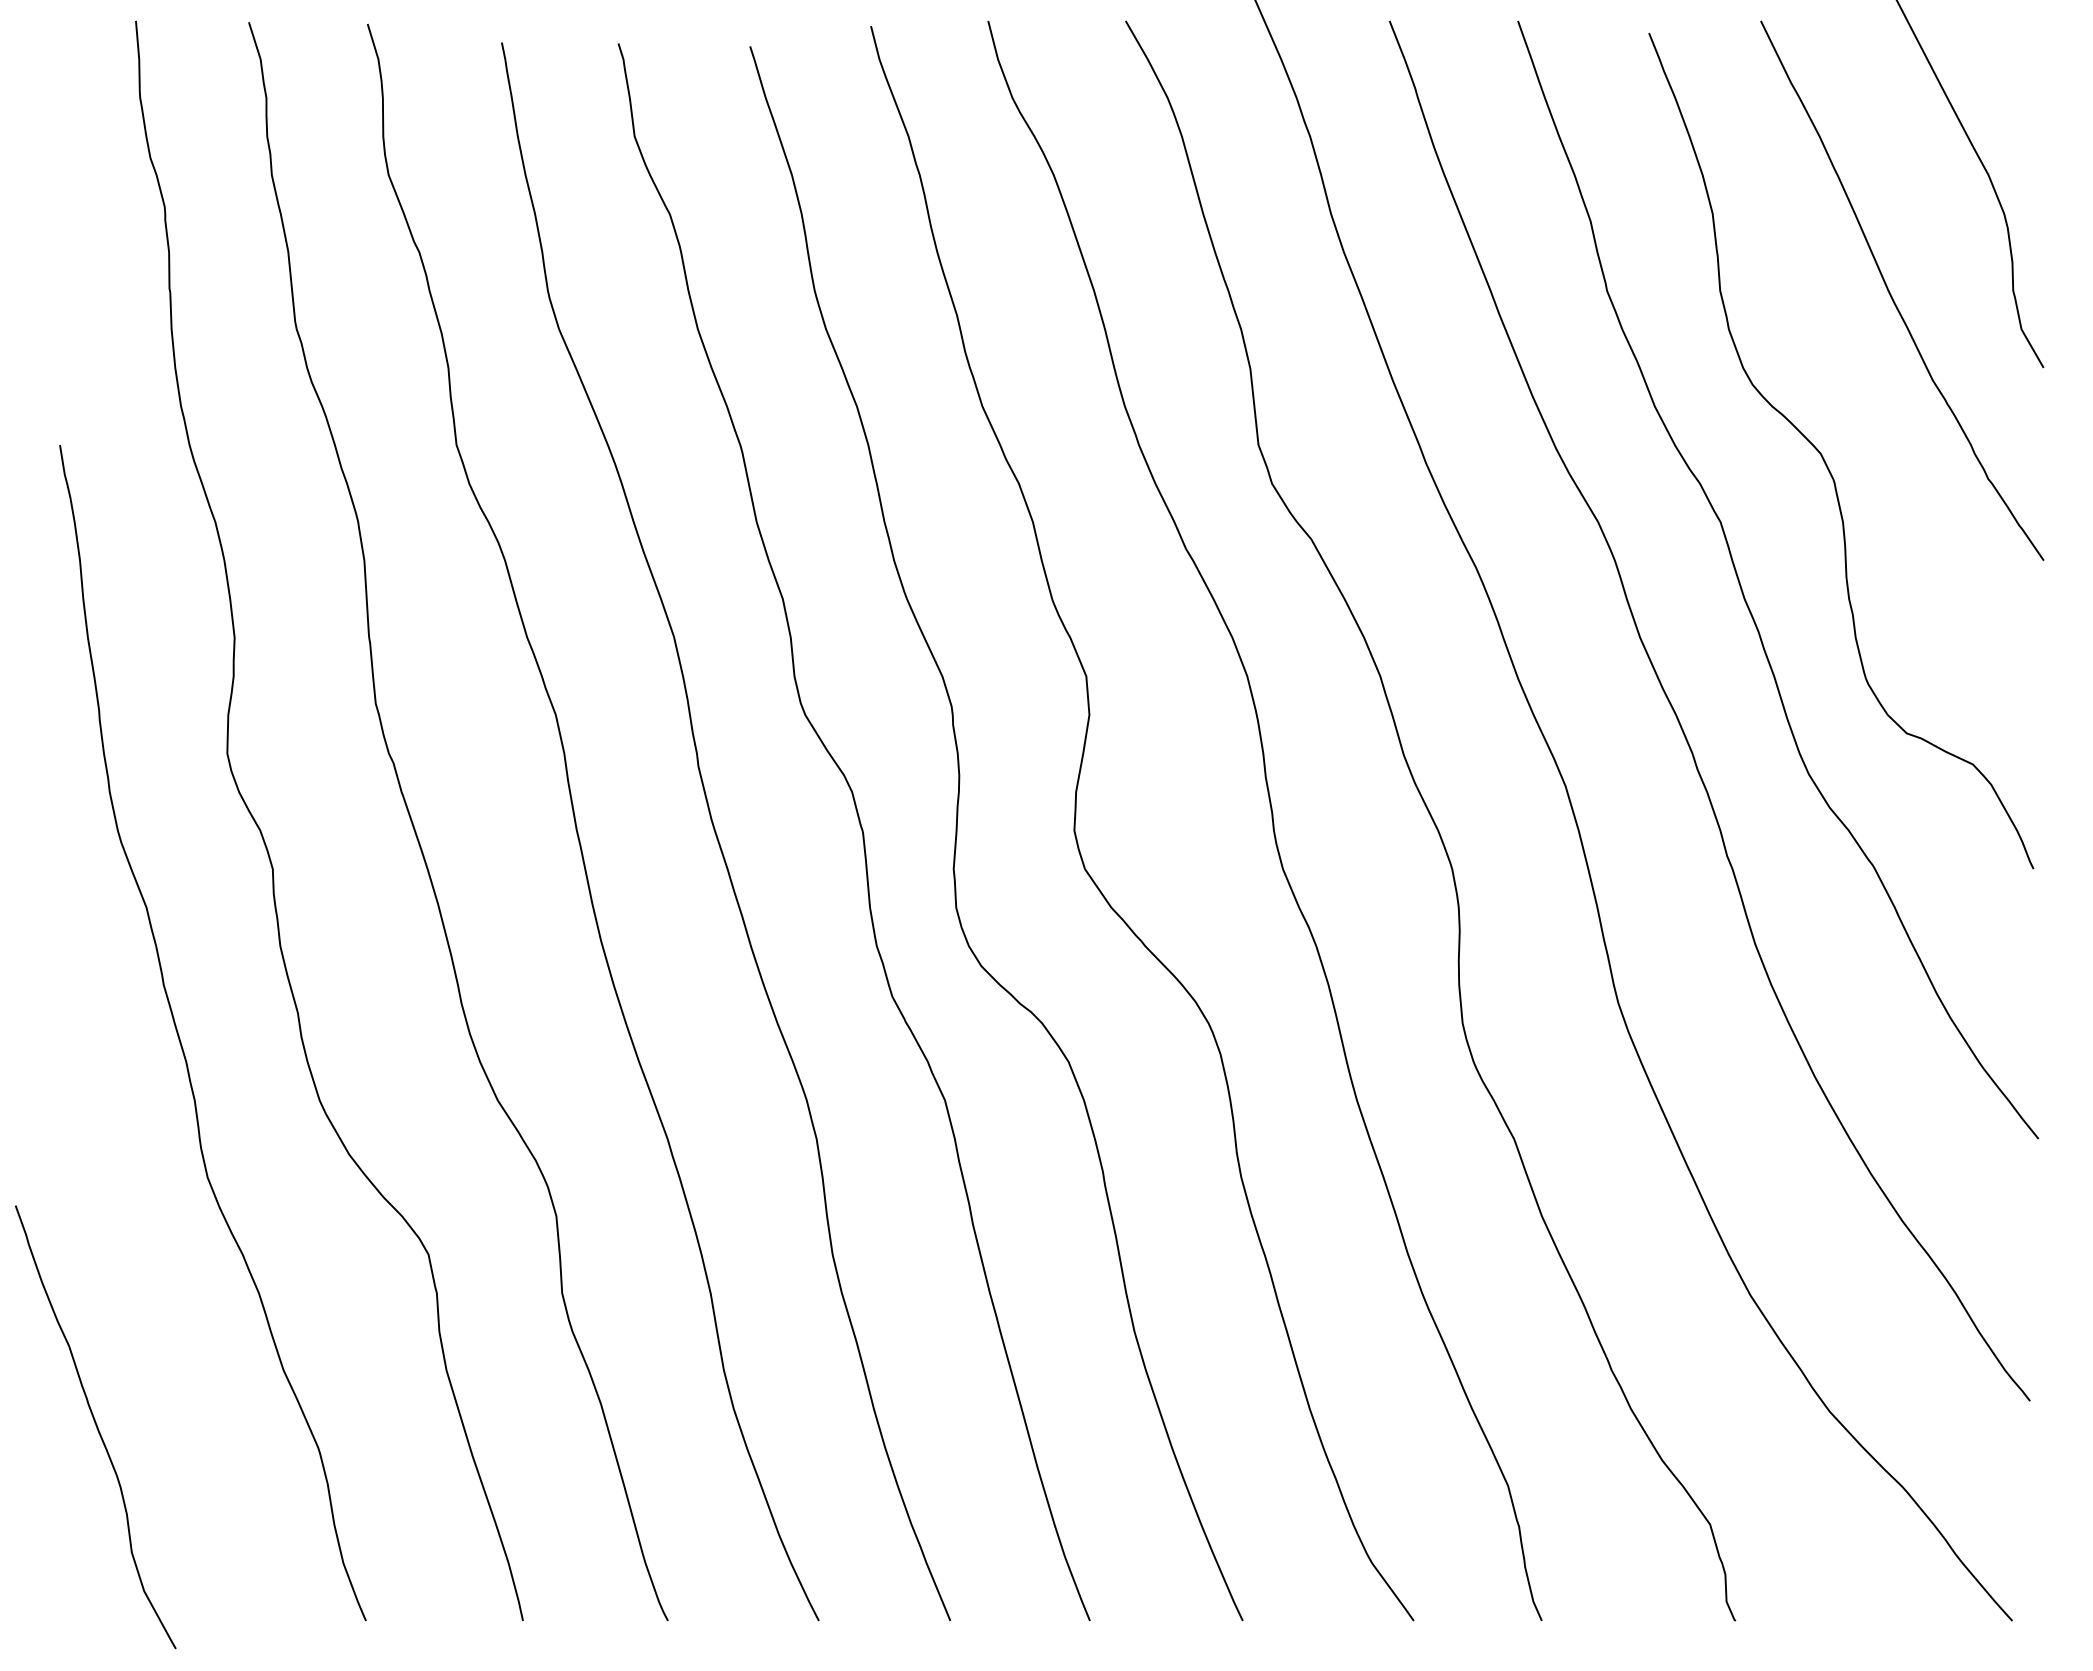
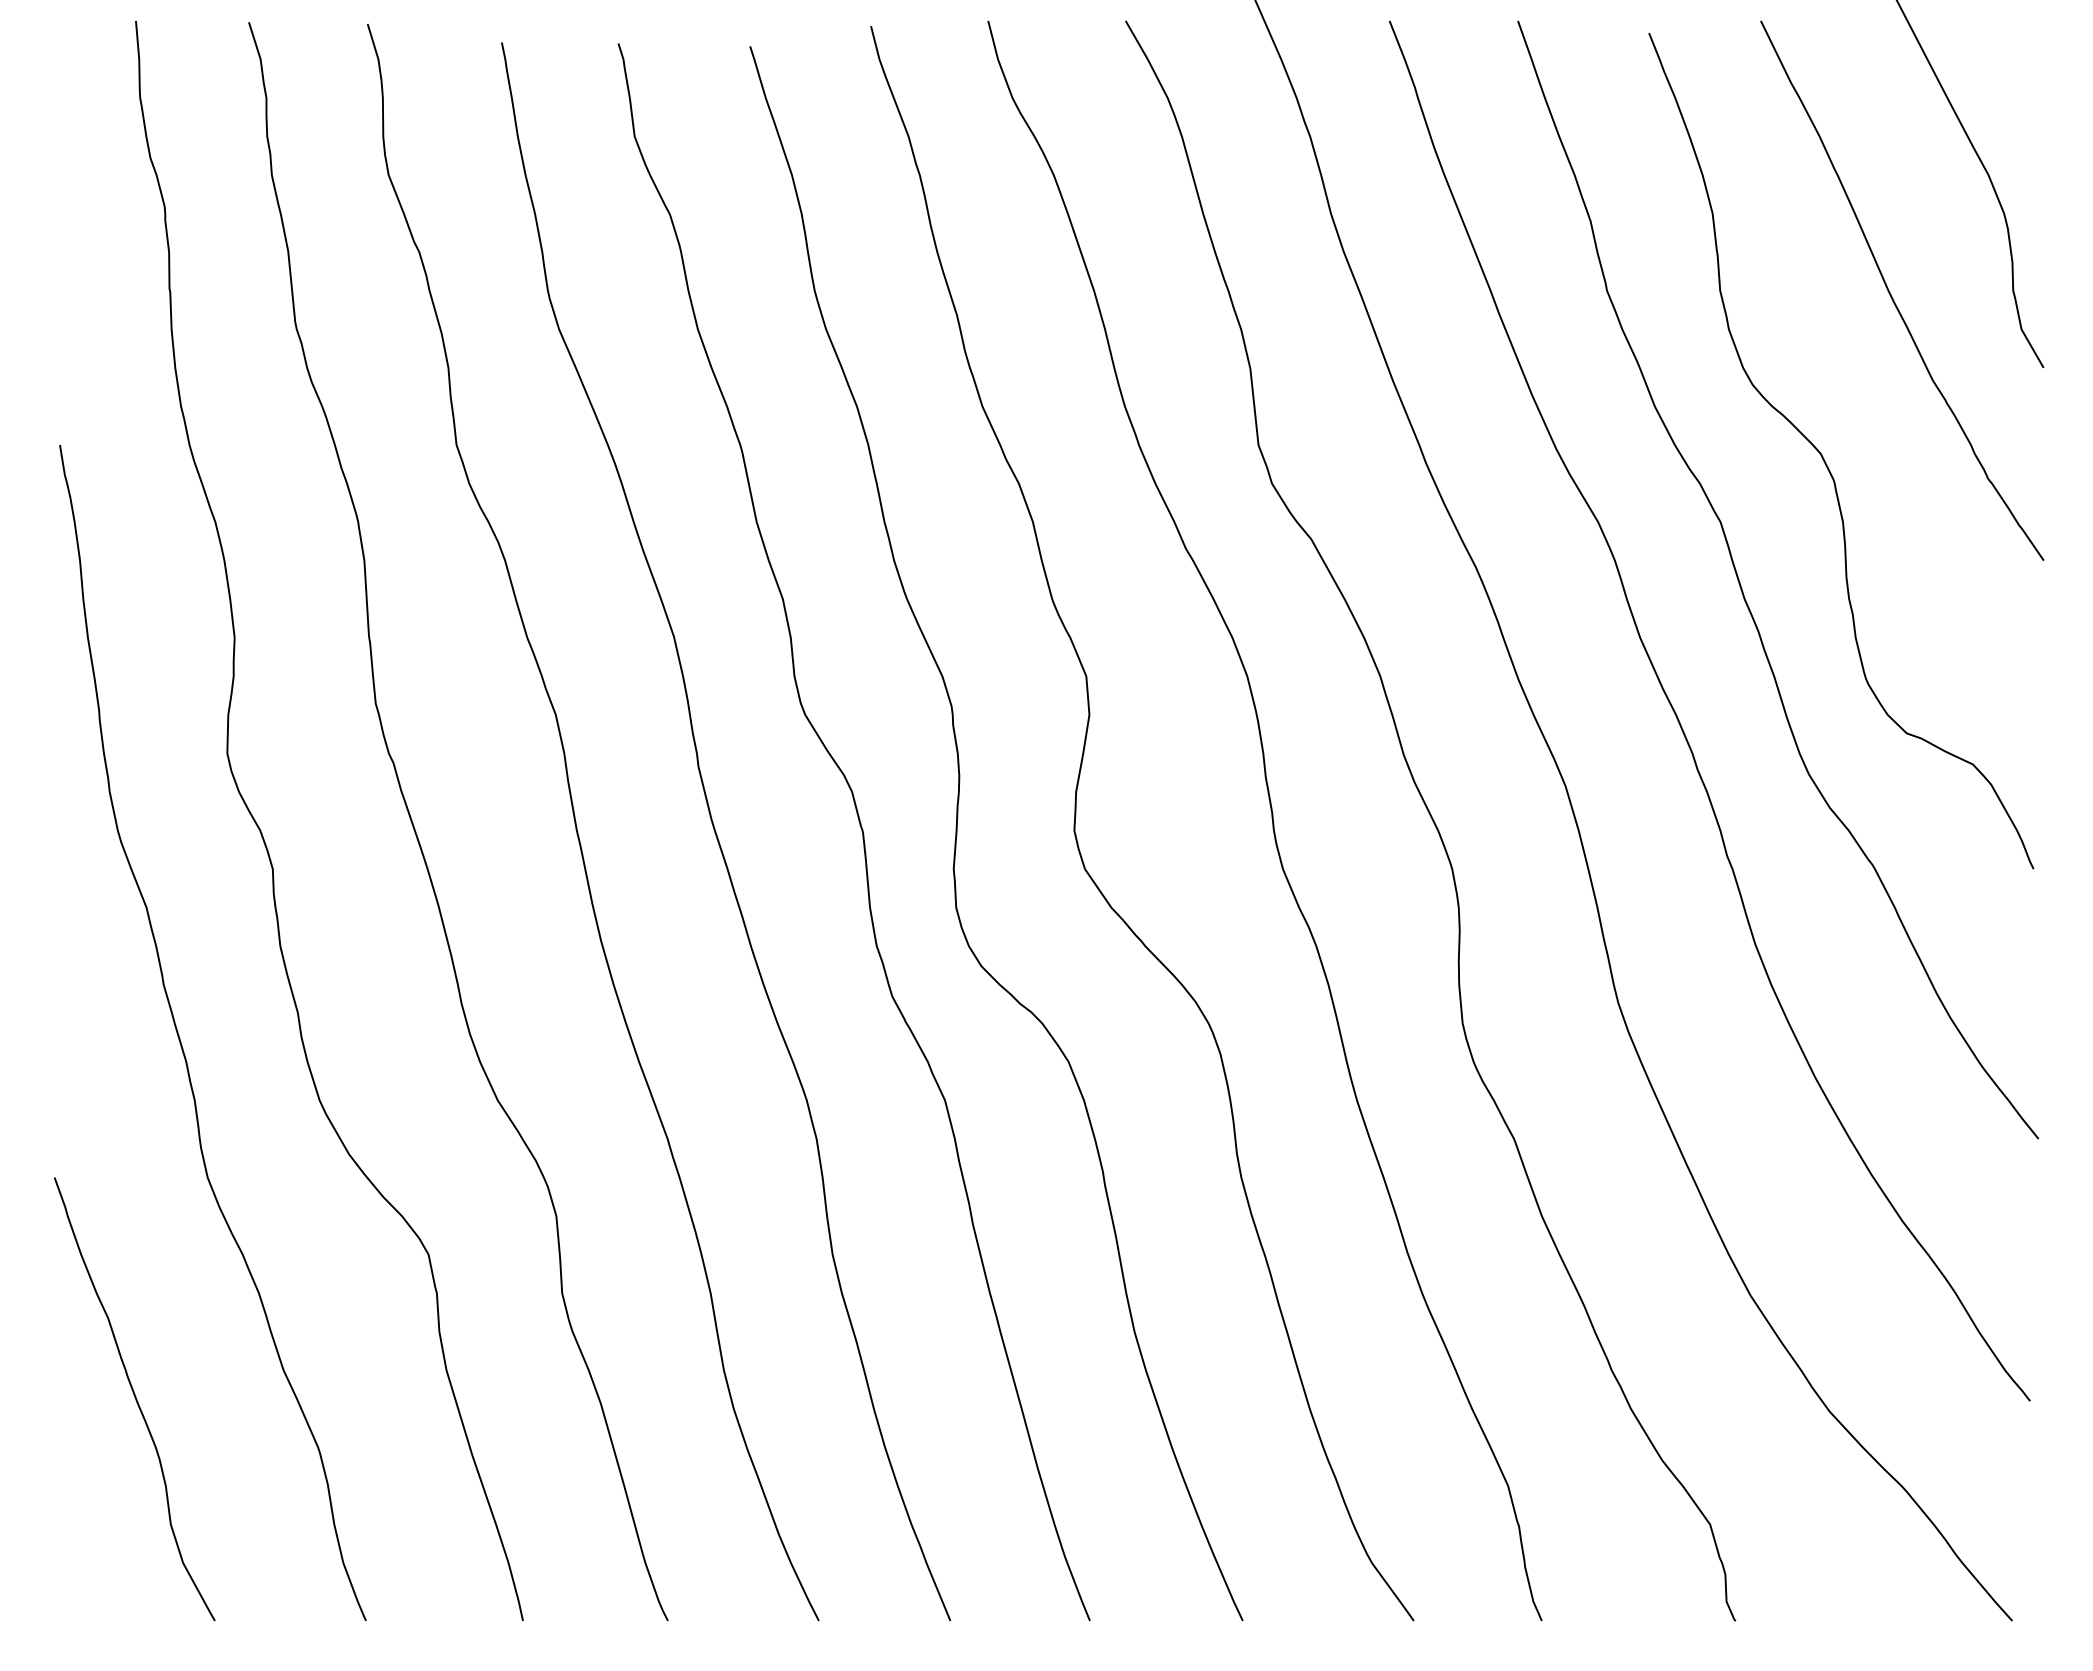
curve at (96, 1427) position: (96, 1427) -> (135, 1399)
